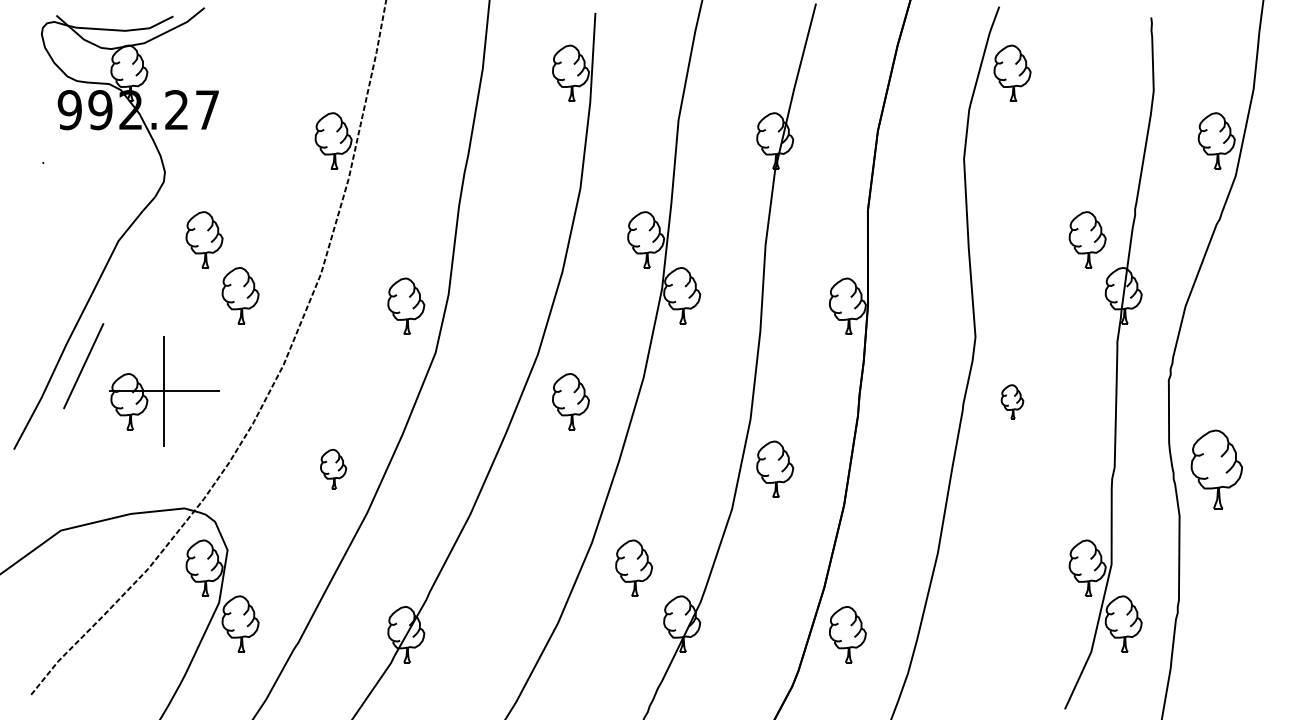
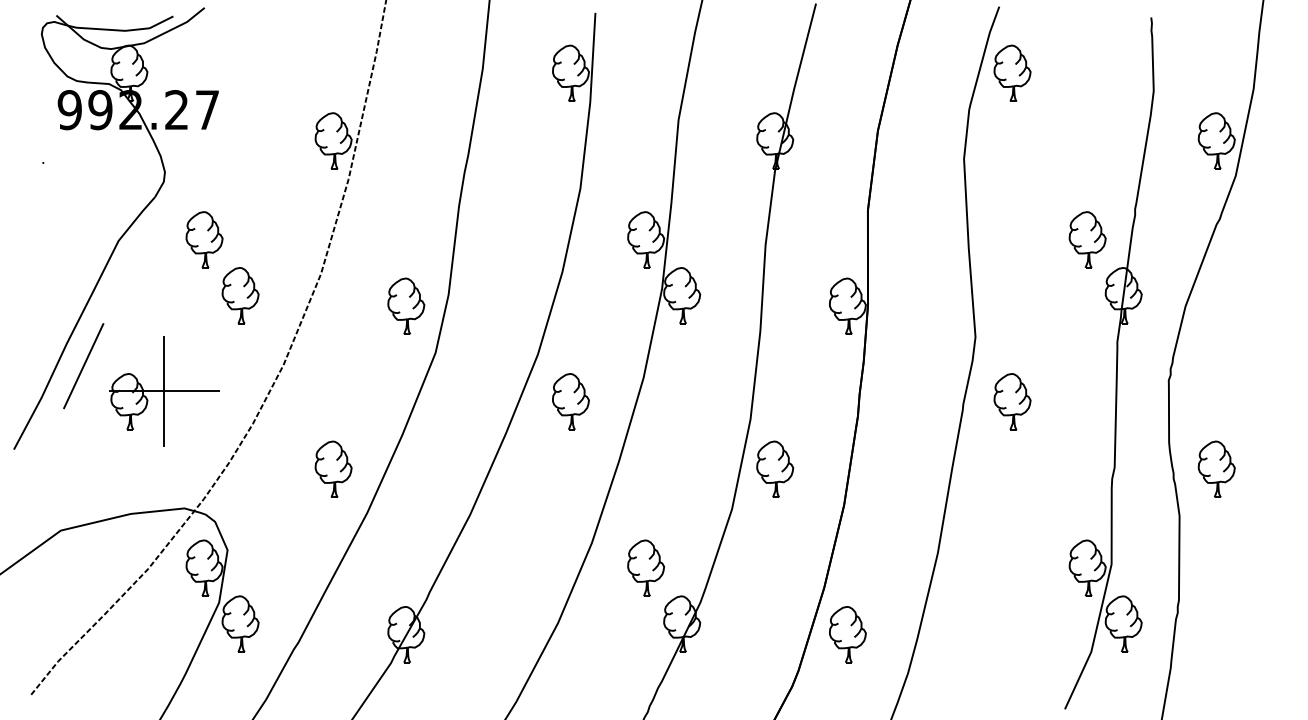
part at (1012, 401) size: 25x36 px -> 39x58 px
part at (333, 468) size: 28x42 px -> 39x58 px
part at (1216, 469) size: 54x81 px -> 39x58 px
part at (633, 567) position: (633, 567) -> (645, 567)
